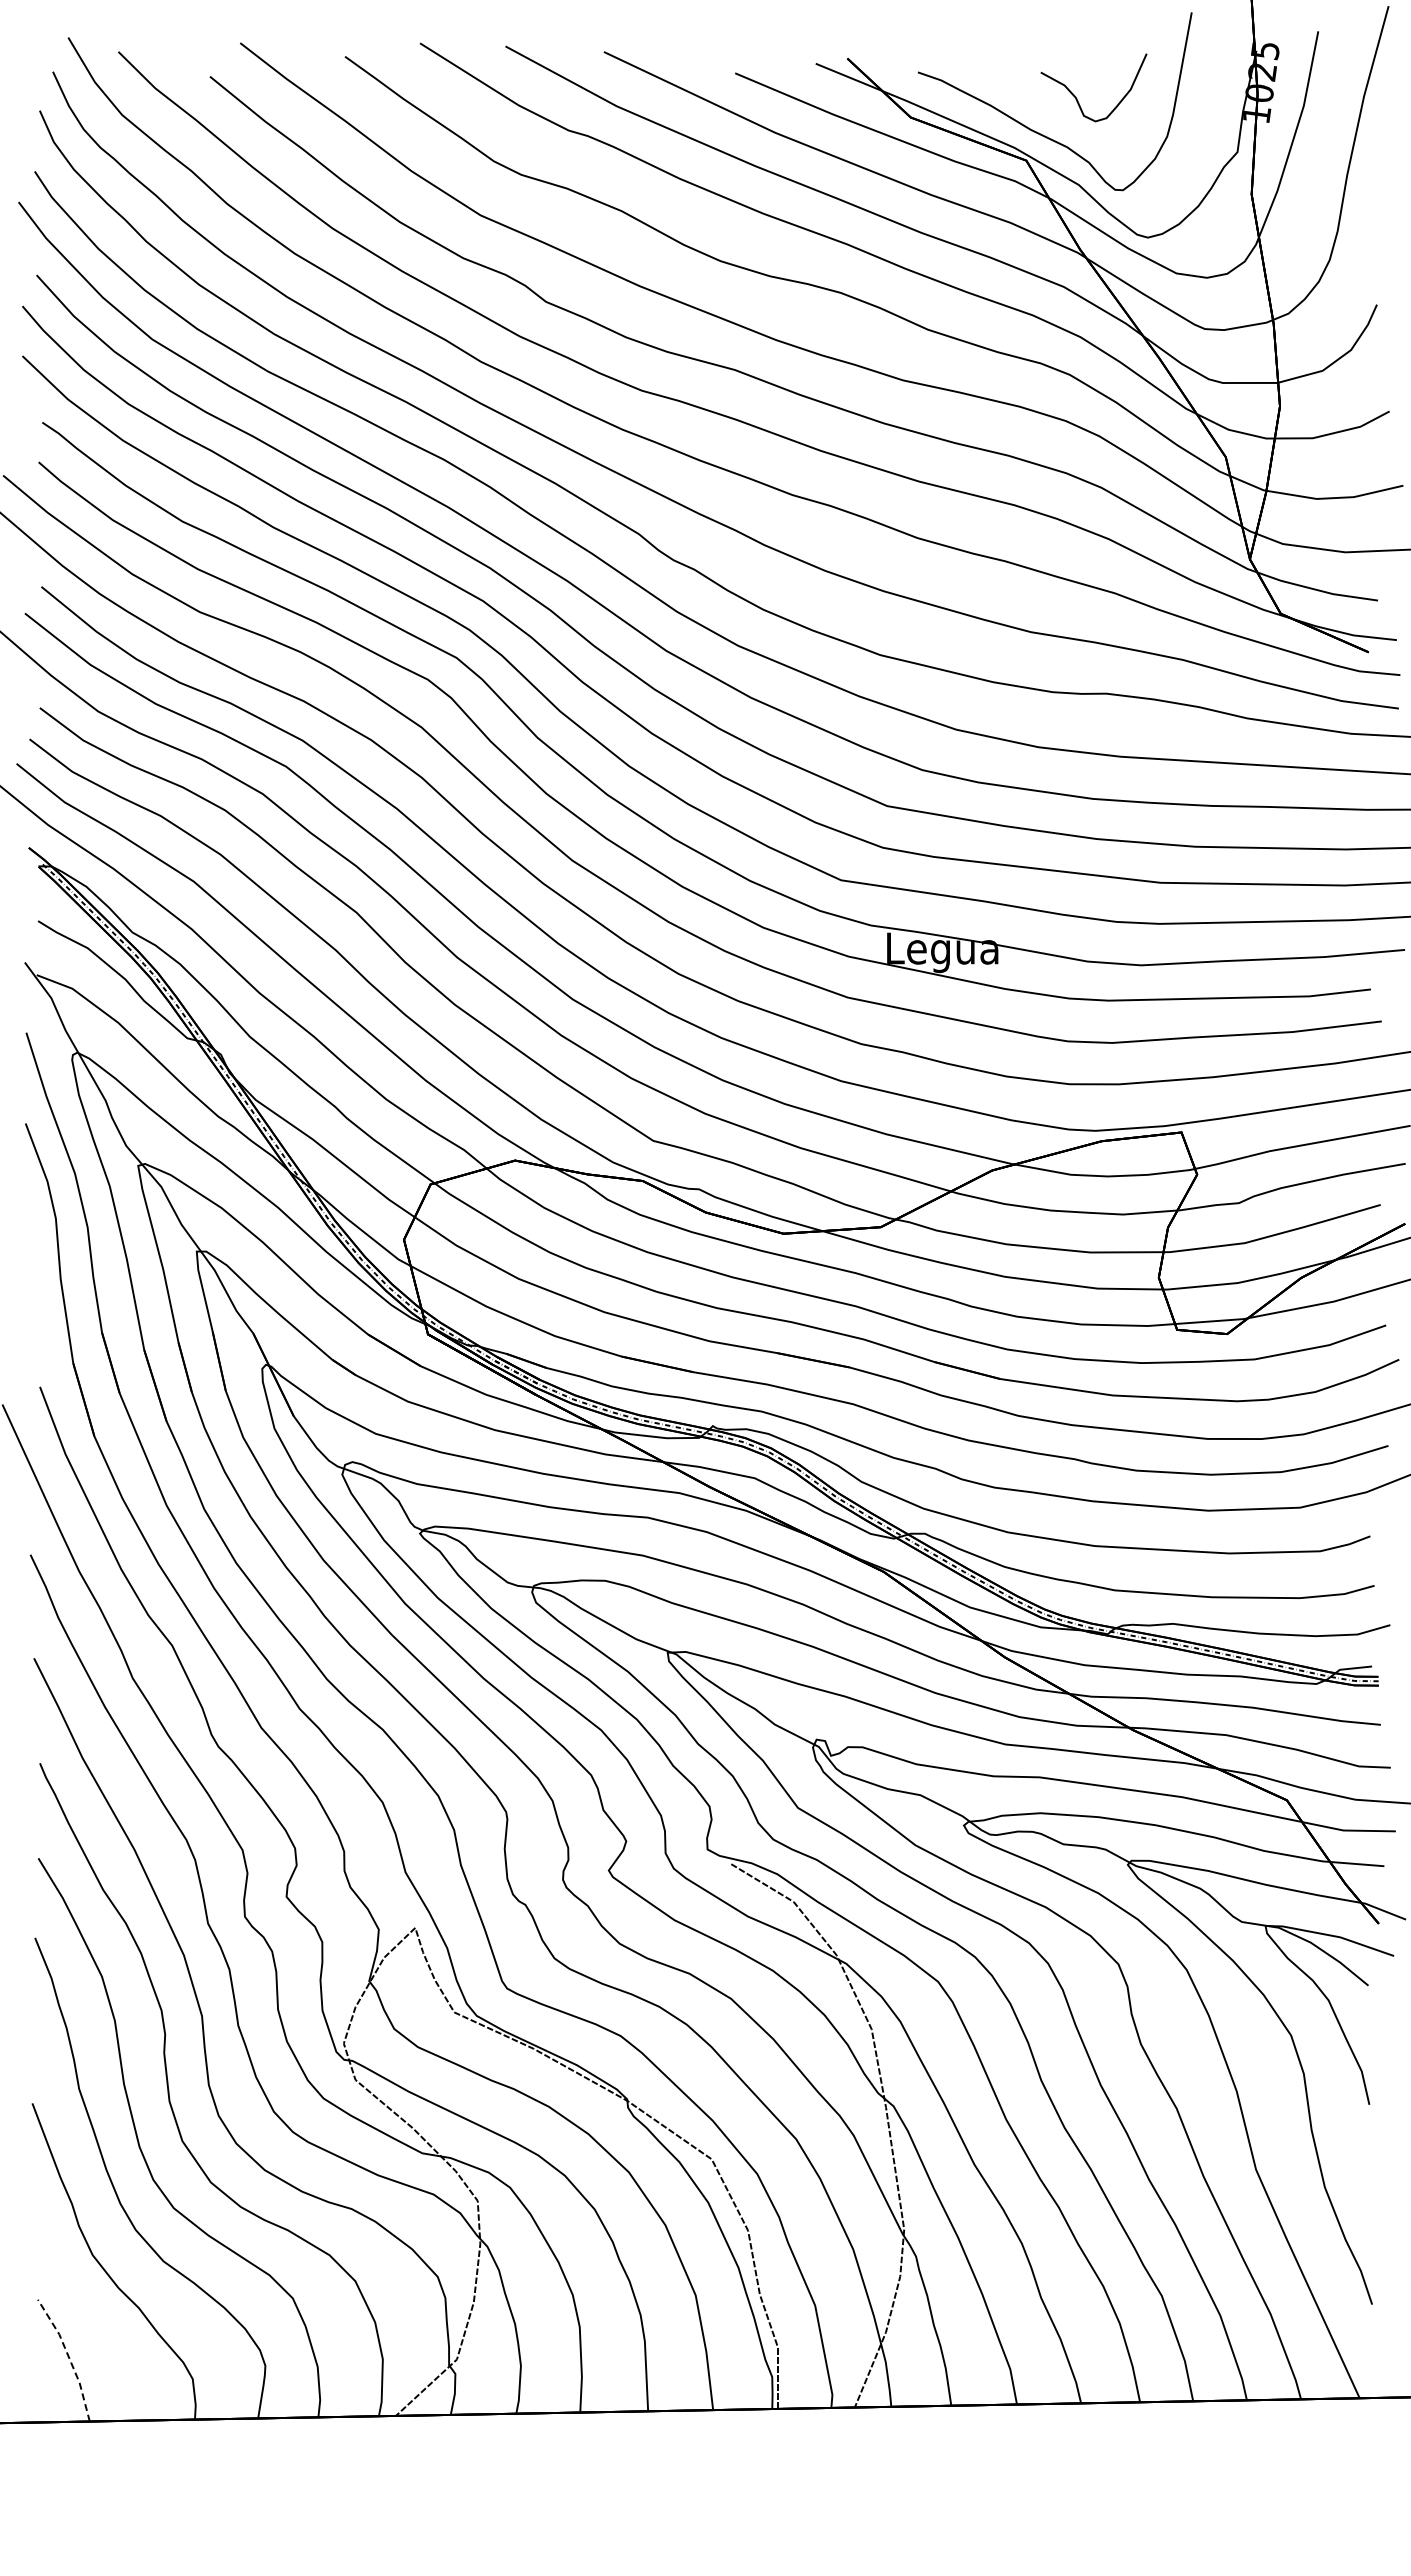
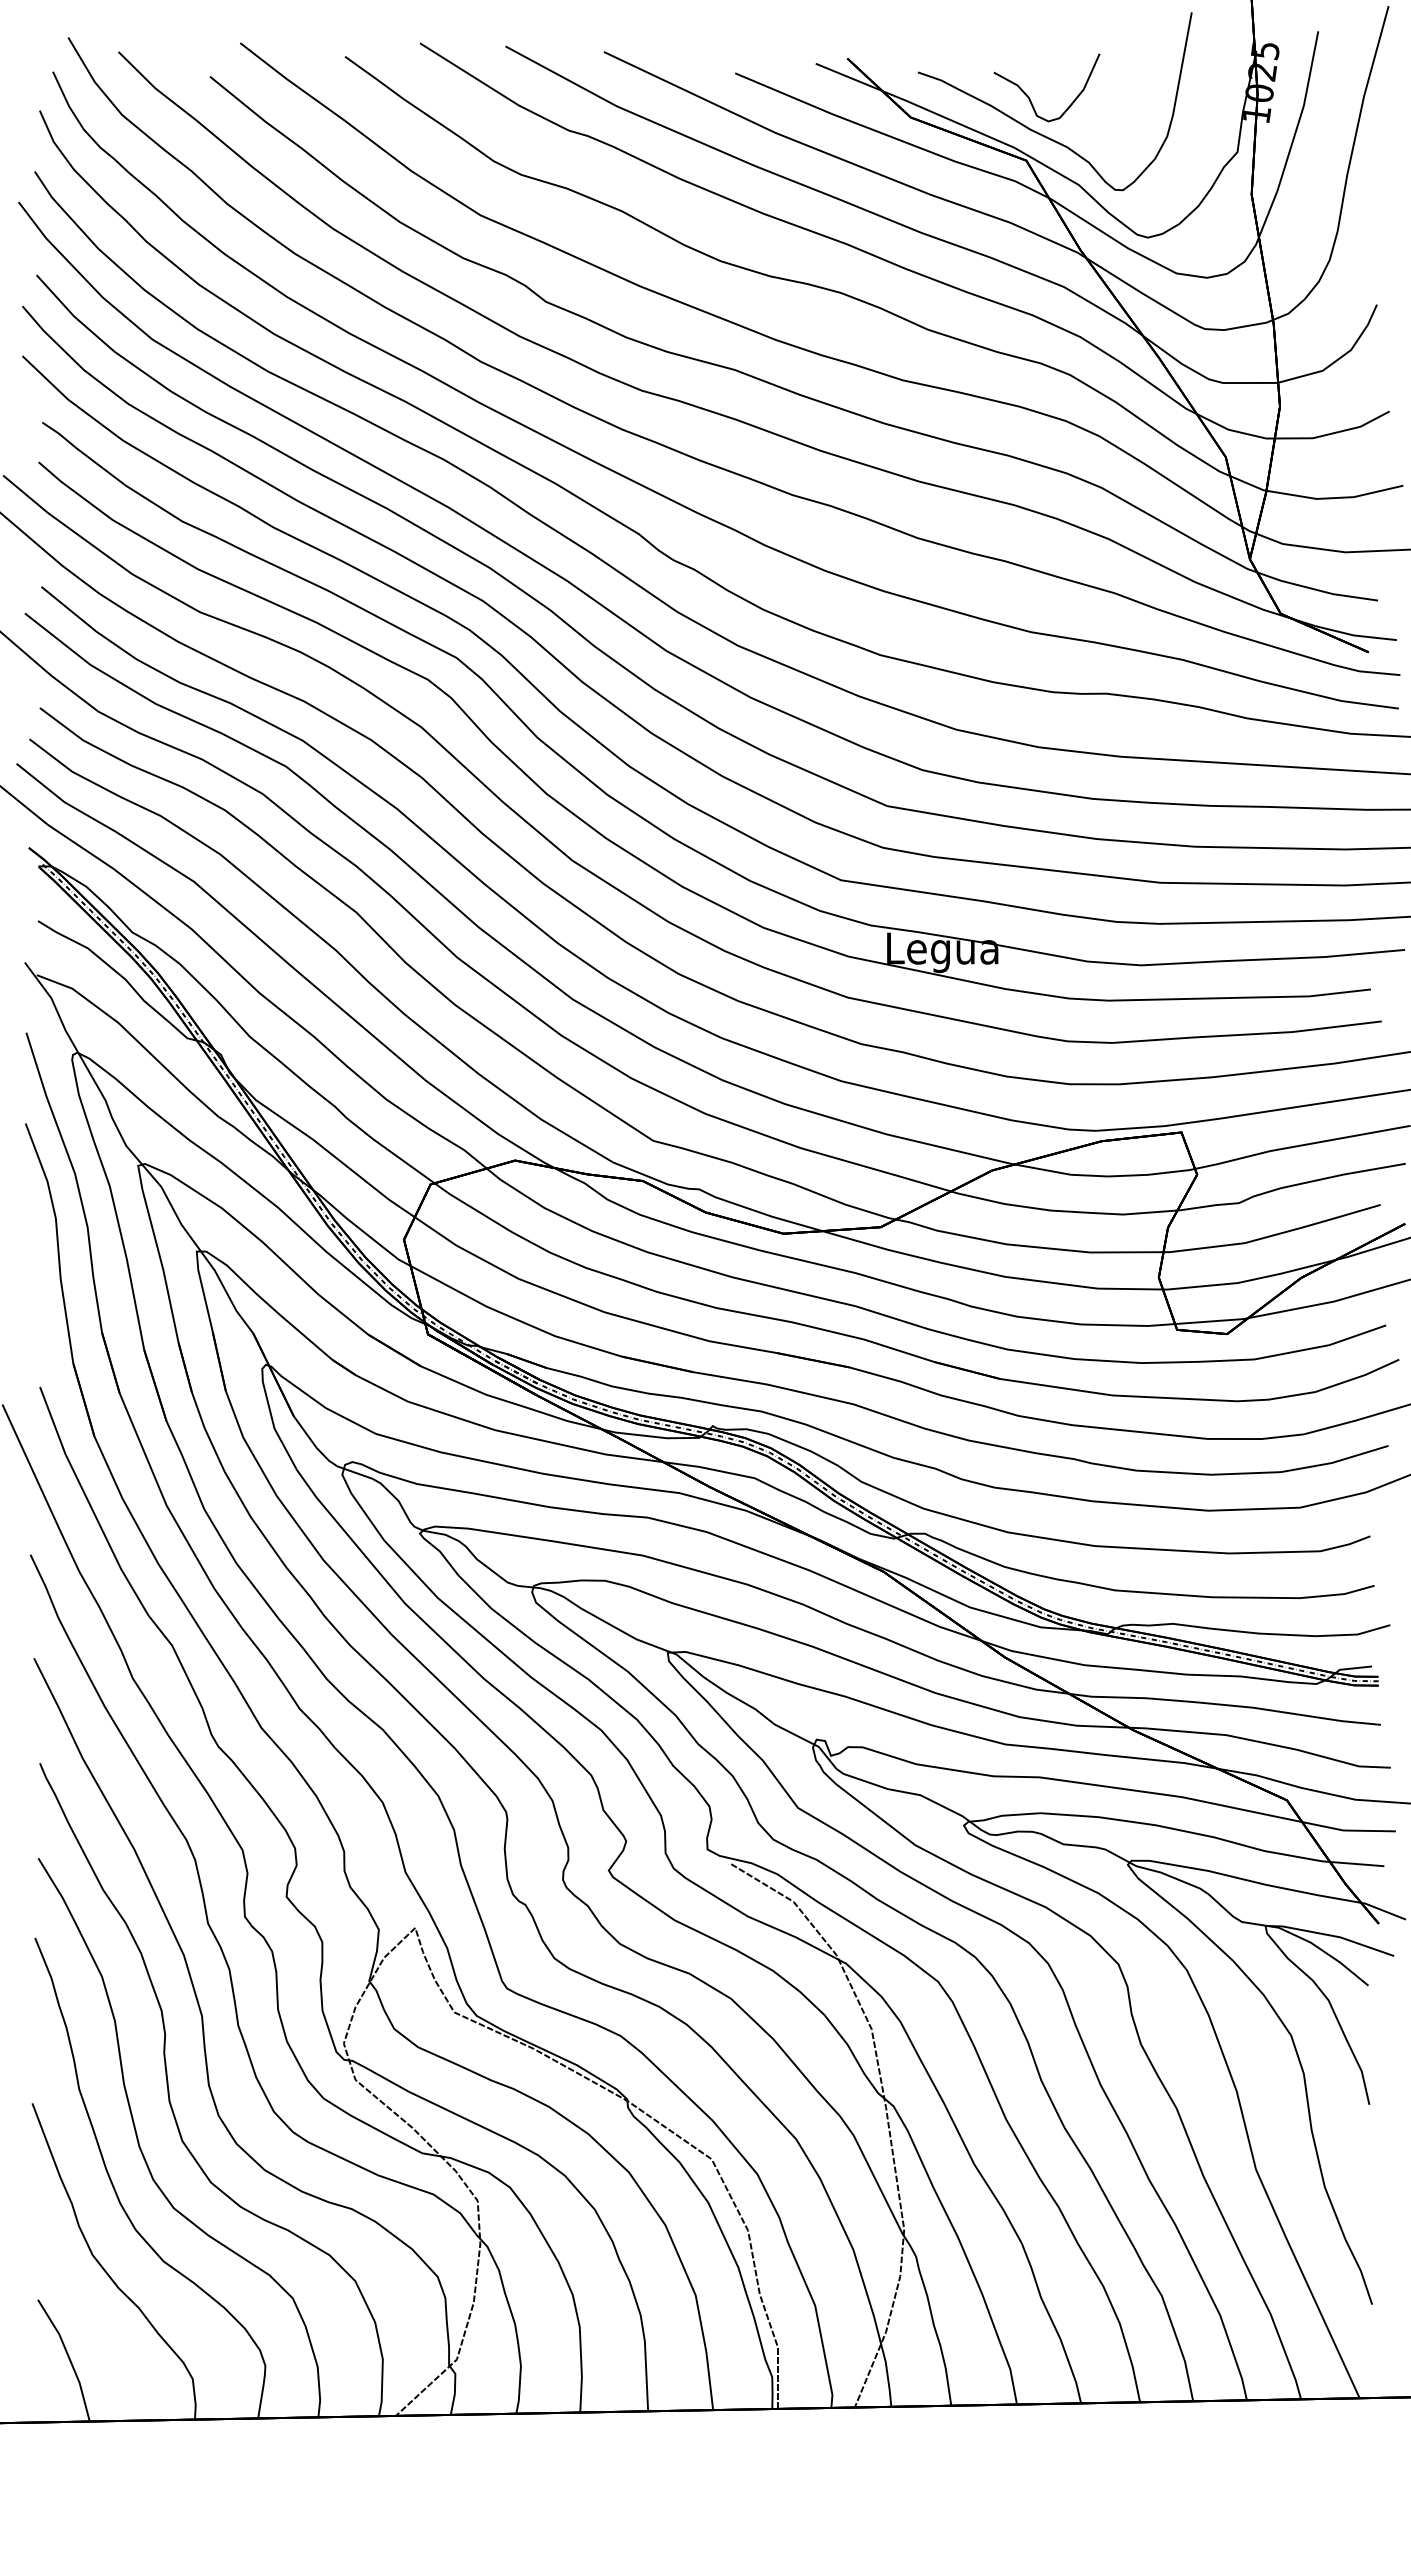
curve at (1077, 98) position: (1077, 98) -> (1030, 98)
line at (69, 2358): dashed -> solid
